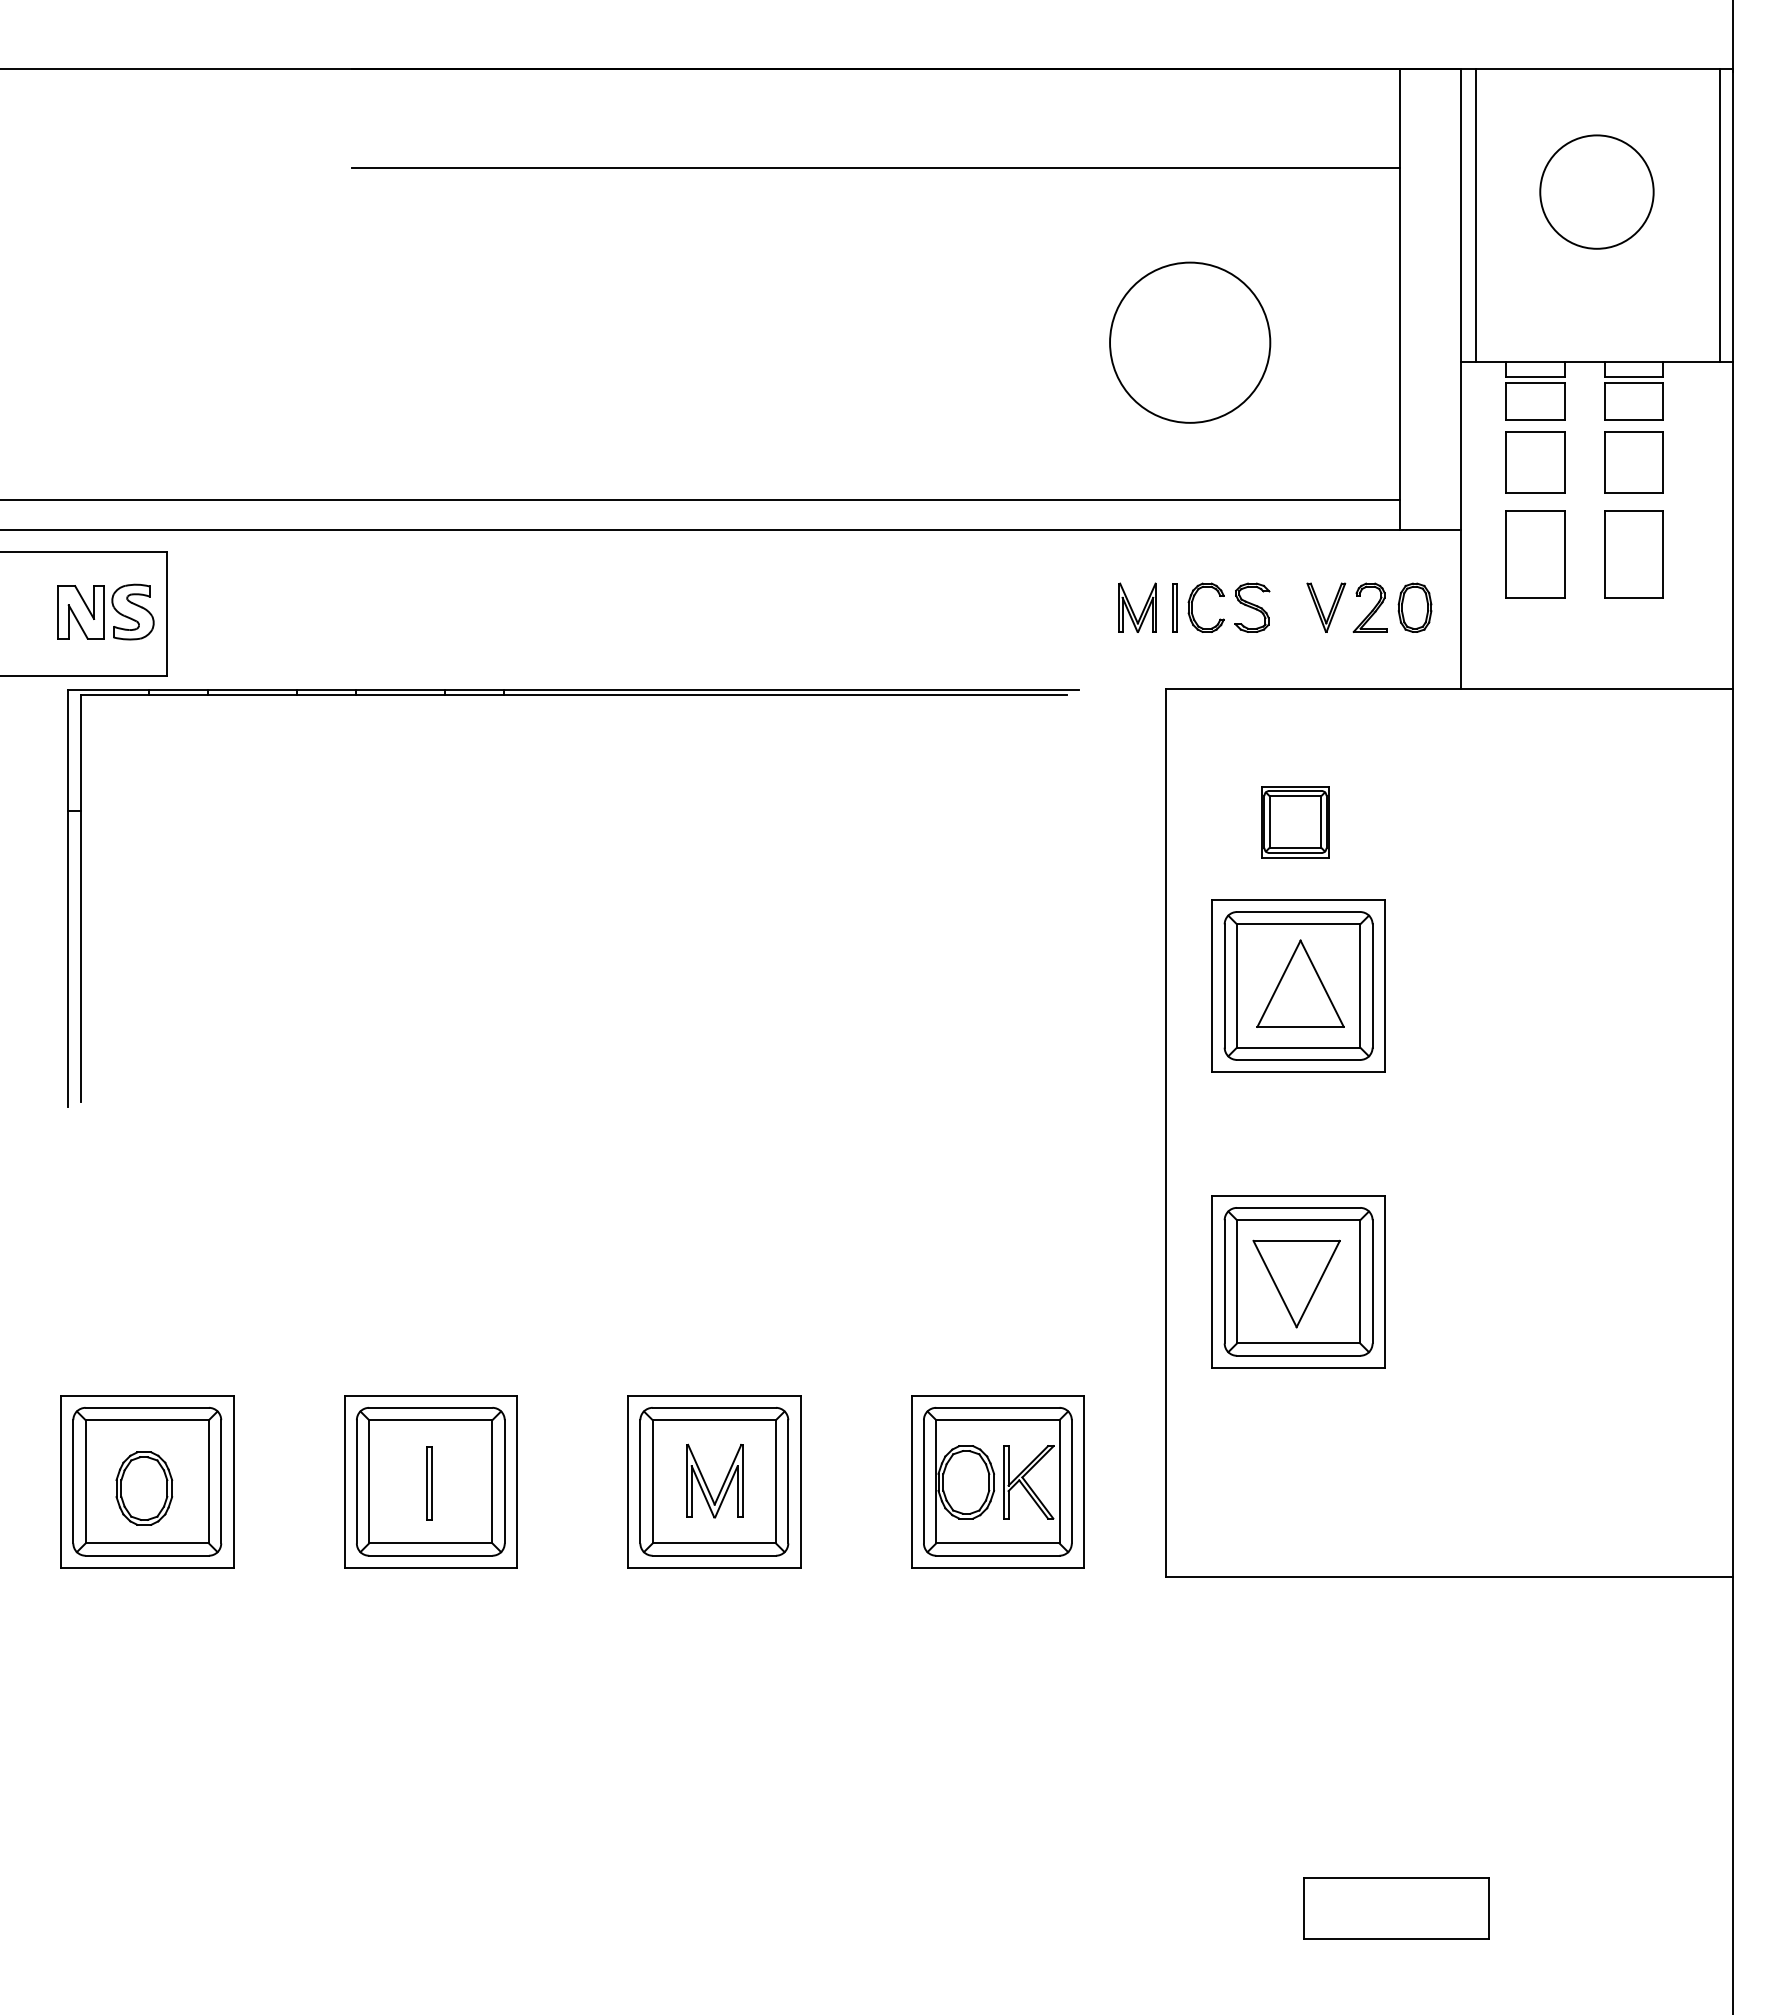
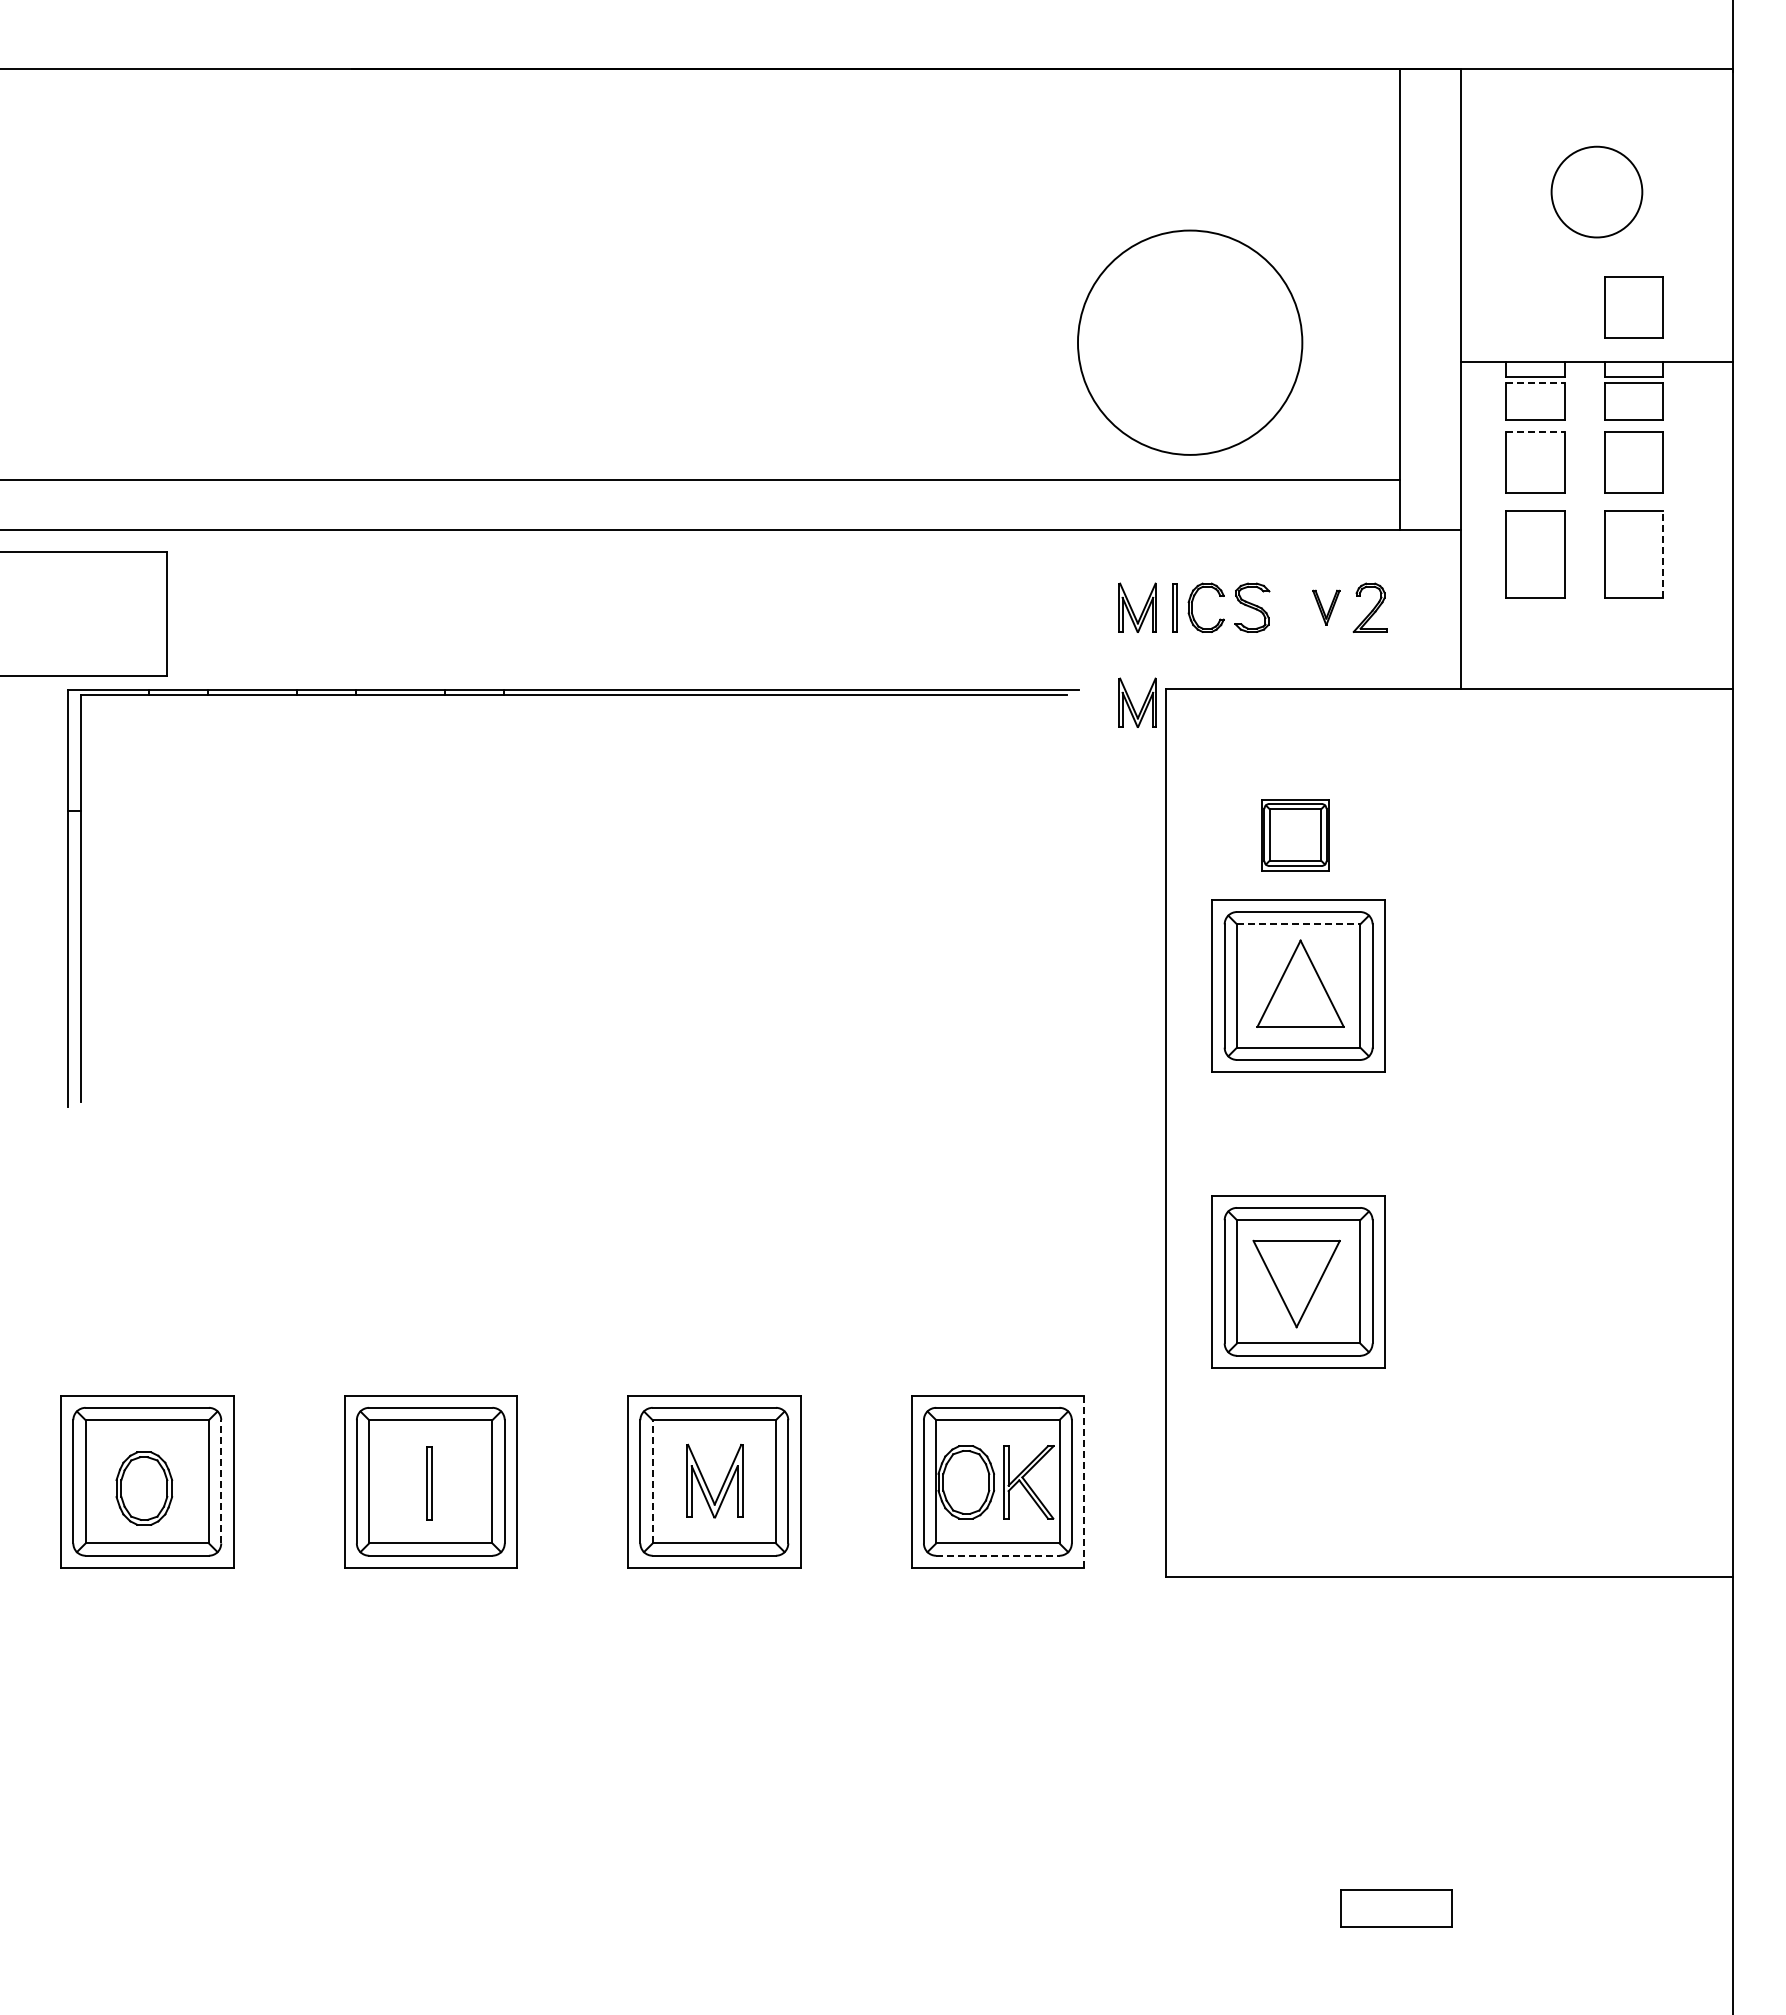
line at (875, 167): present -> none
circle at (1596, 191) diameter: 113 px -> 91 px
line at (1476, 215): present -> none
line at (1720, 215): present -> none
part at (1633, 307): none -> present
circle at (1190, 342) diameter: 160 px -> 224 px
line at (1535, 382): solid -> dashed
line at (1535, 431): solid -> dashed
line at (700, 500) position: (700, 500) -> (700, 480)
line at (1663, 554): solid -> dashed
part at (1326, 607) size: 41x51 px -> 29x37 px
part at (1414, 607): present -> none
part at (105, 611): present -> none
part at (1137, 702): none -> present
part at (1295, 822) position: (1295, 822) -> (1295, 835)
line at (1298, 924): solid -> dashed
line at (221, 1481): solid -> dashed
line at (652, 1481): solid -> dashed
line at (1084, 1481): solid -> dashed
line at (997, 1555): solid -> dashed
part at (1396, 1908) size: 187x63 px -> 113x39 px
